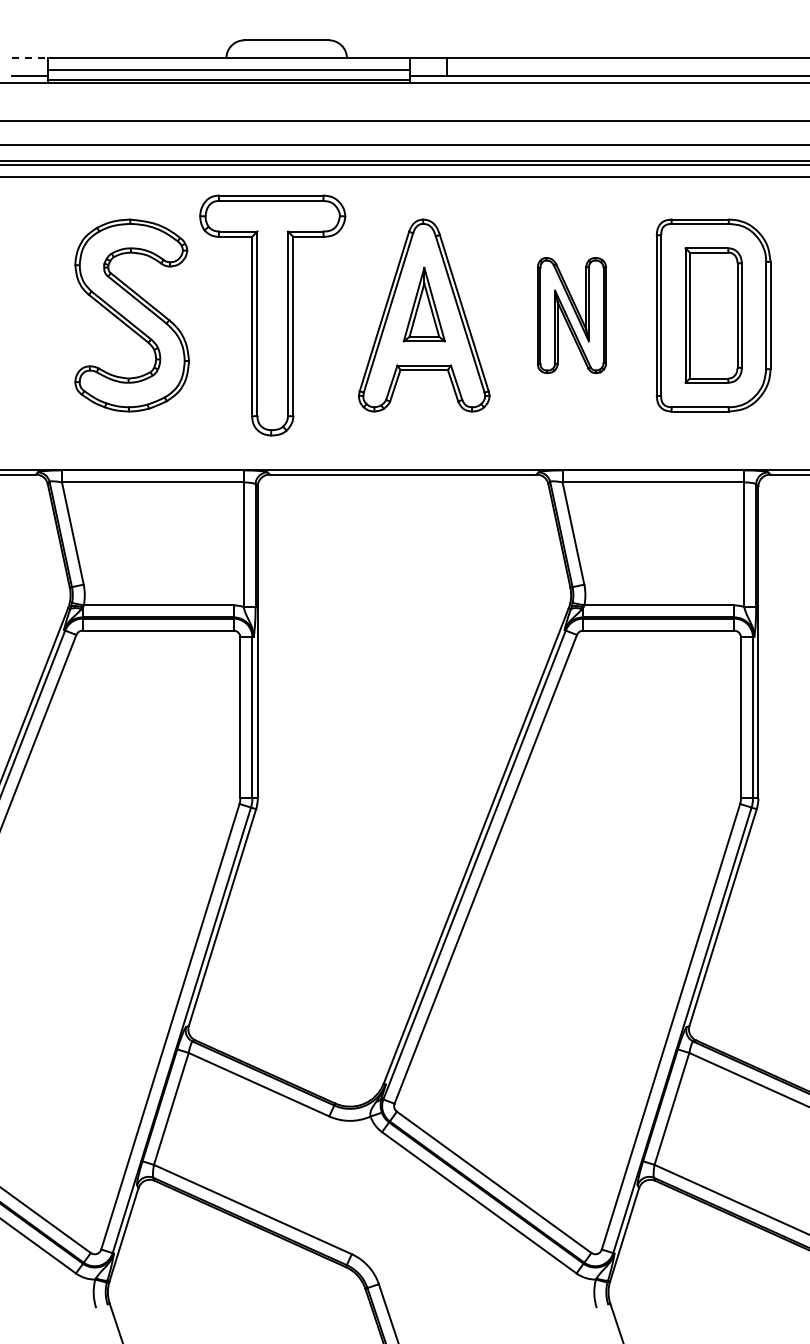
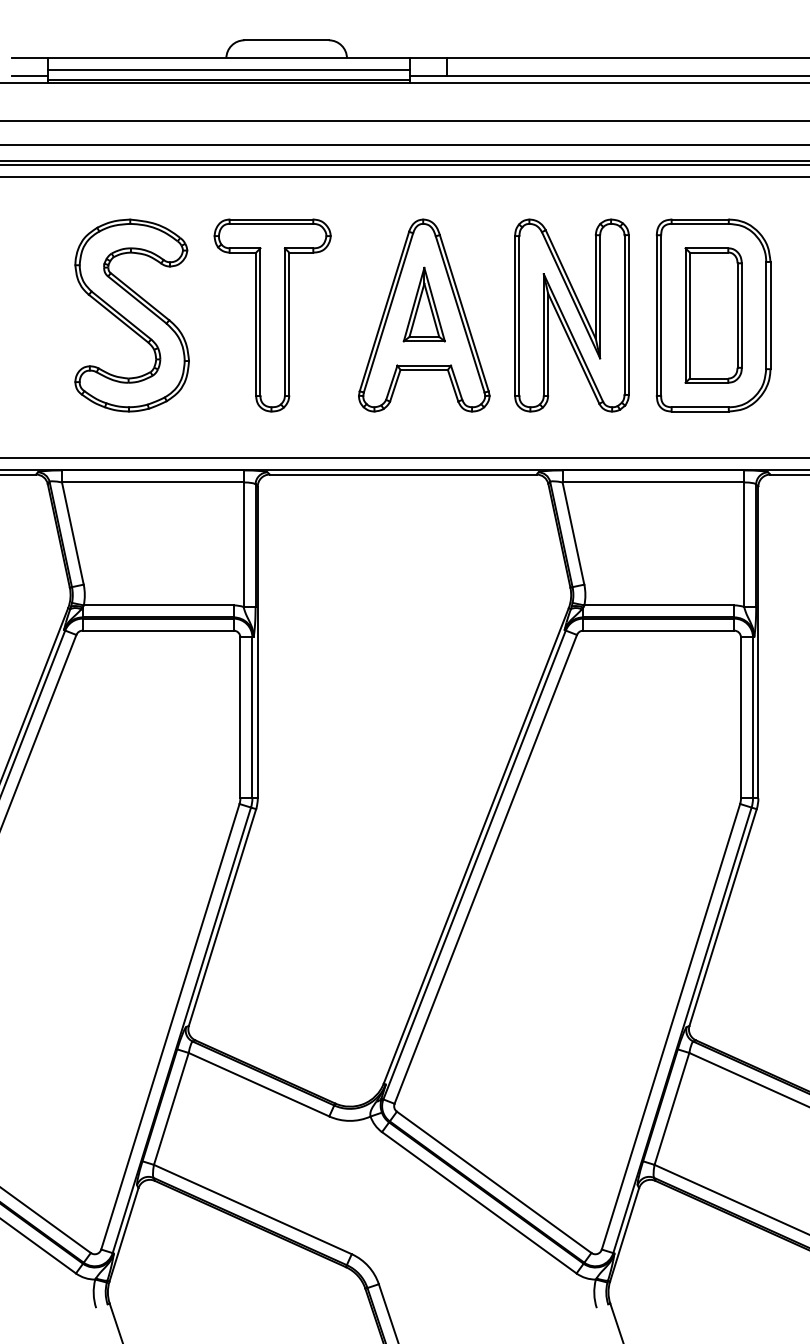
line at (30, 58): dashed -> solid
part at (272, 315) size: 148x243 px -> 119x195 px
part at (571, 315) size: 70x118 px -> 116x195 px
line at (404, 458): none -> present
